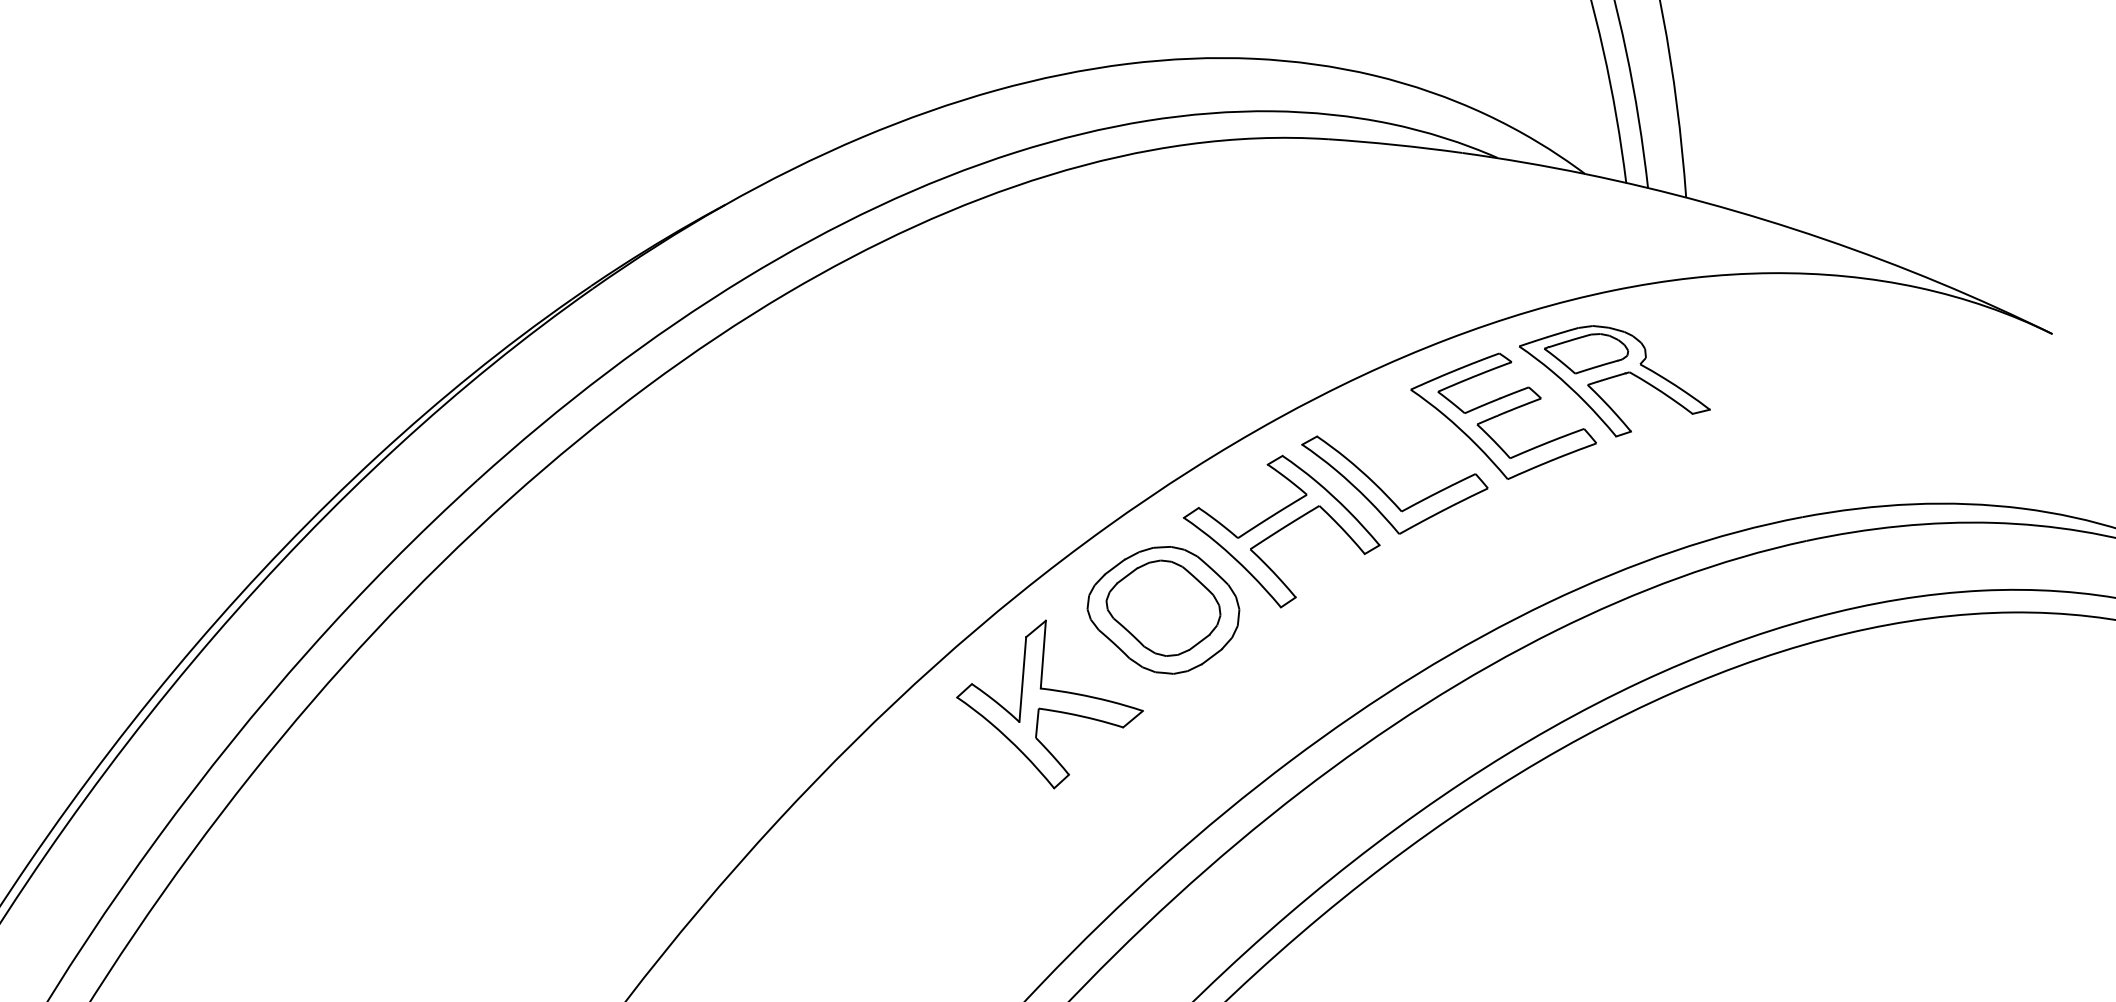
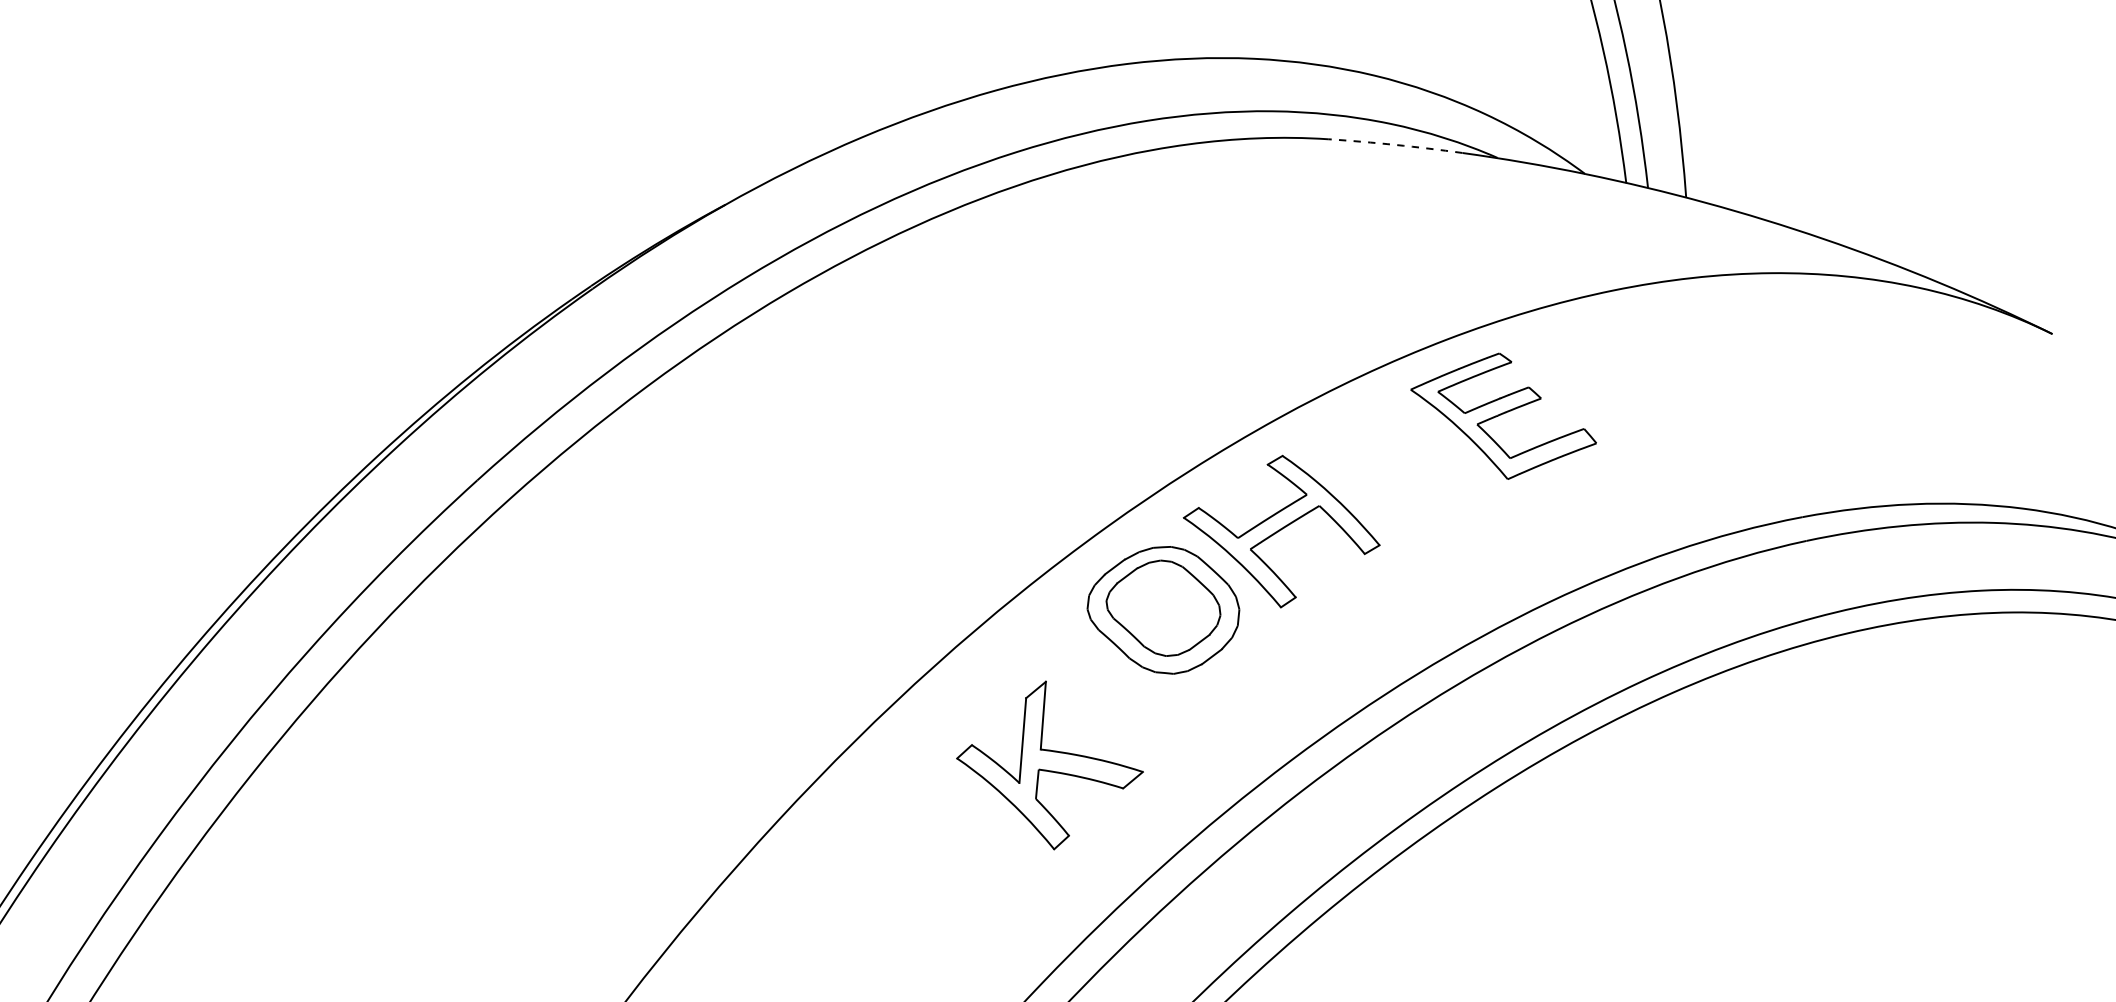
arc at (1395, 144): solid -> dashed
part at (1614, 381): present -> none
part at (1385, 492): present -> none
part at (1049, 704) position: (1049, 704) -> (1049, 765)
